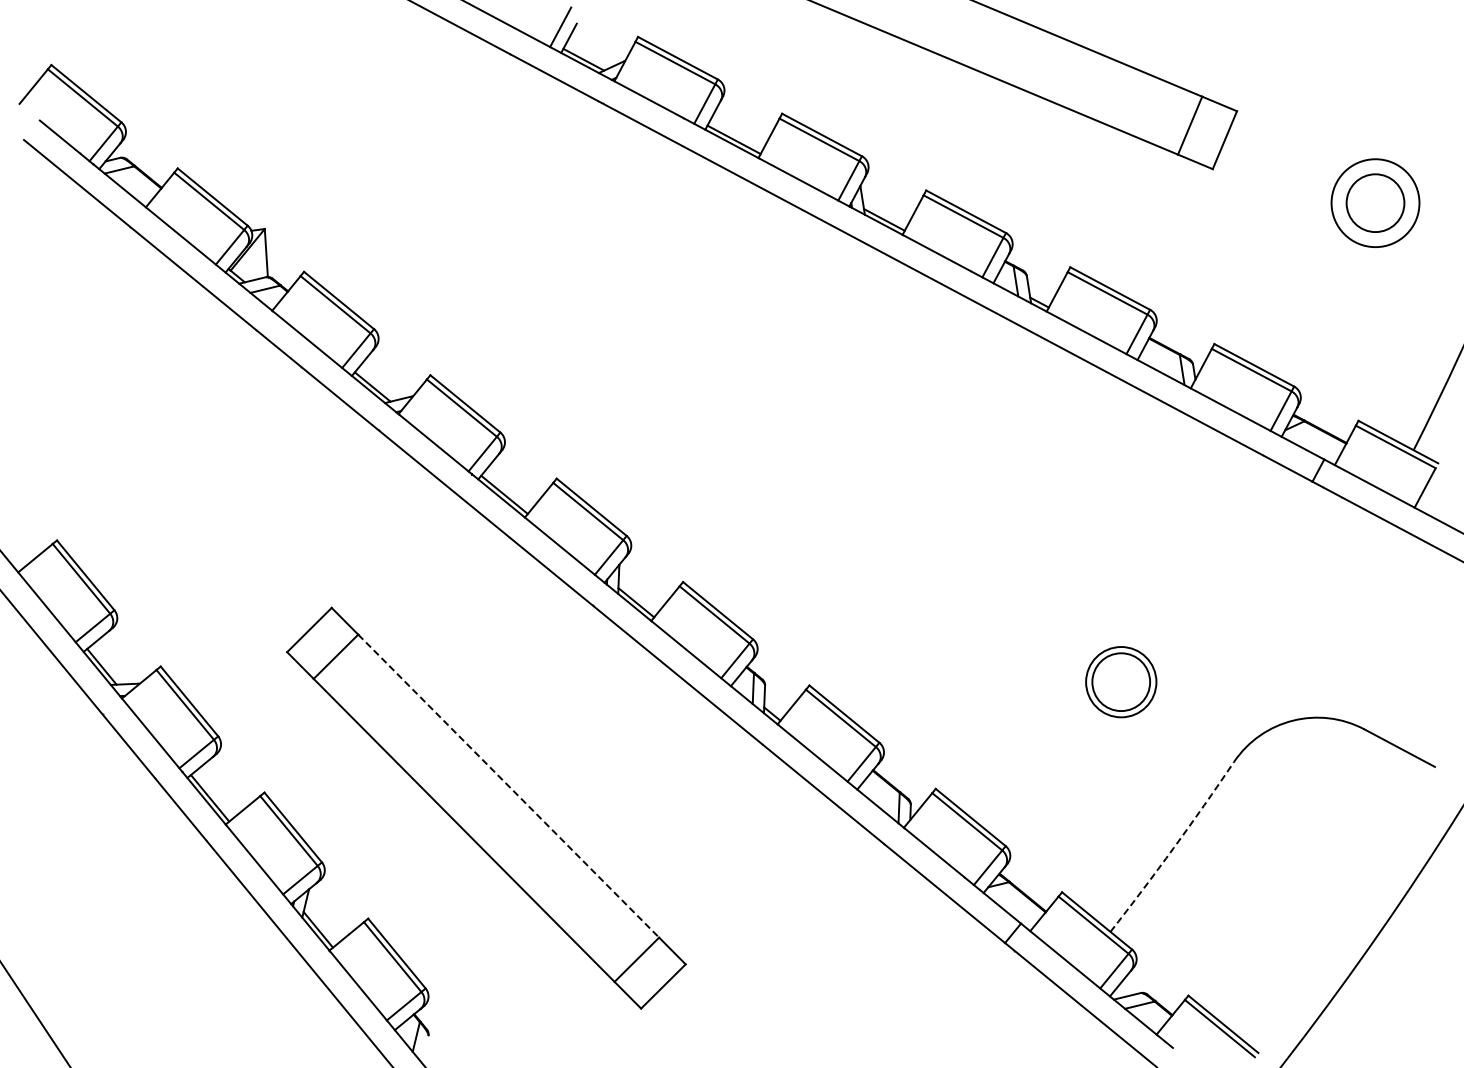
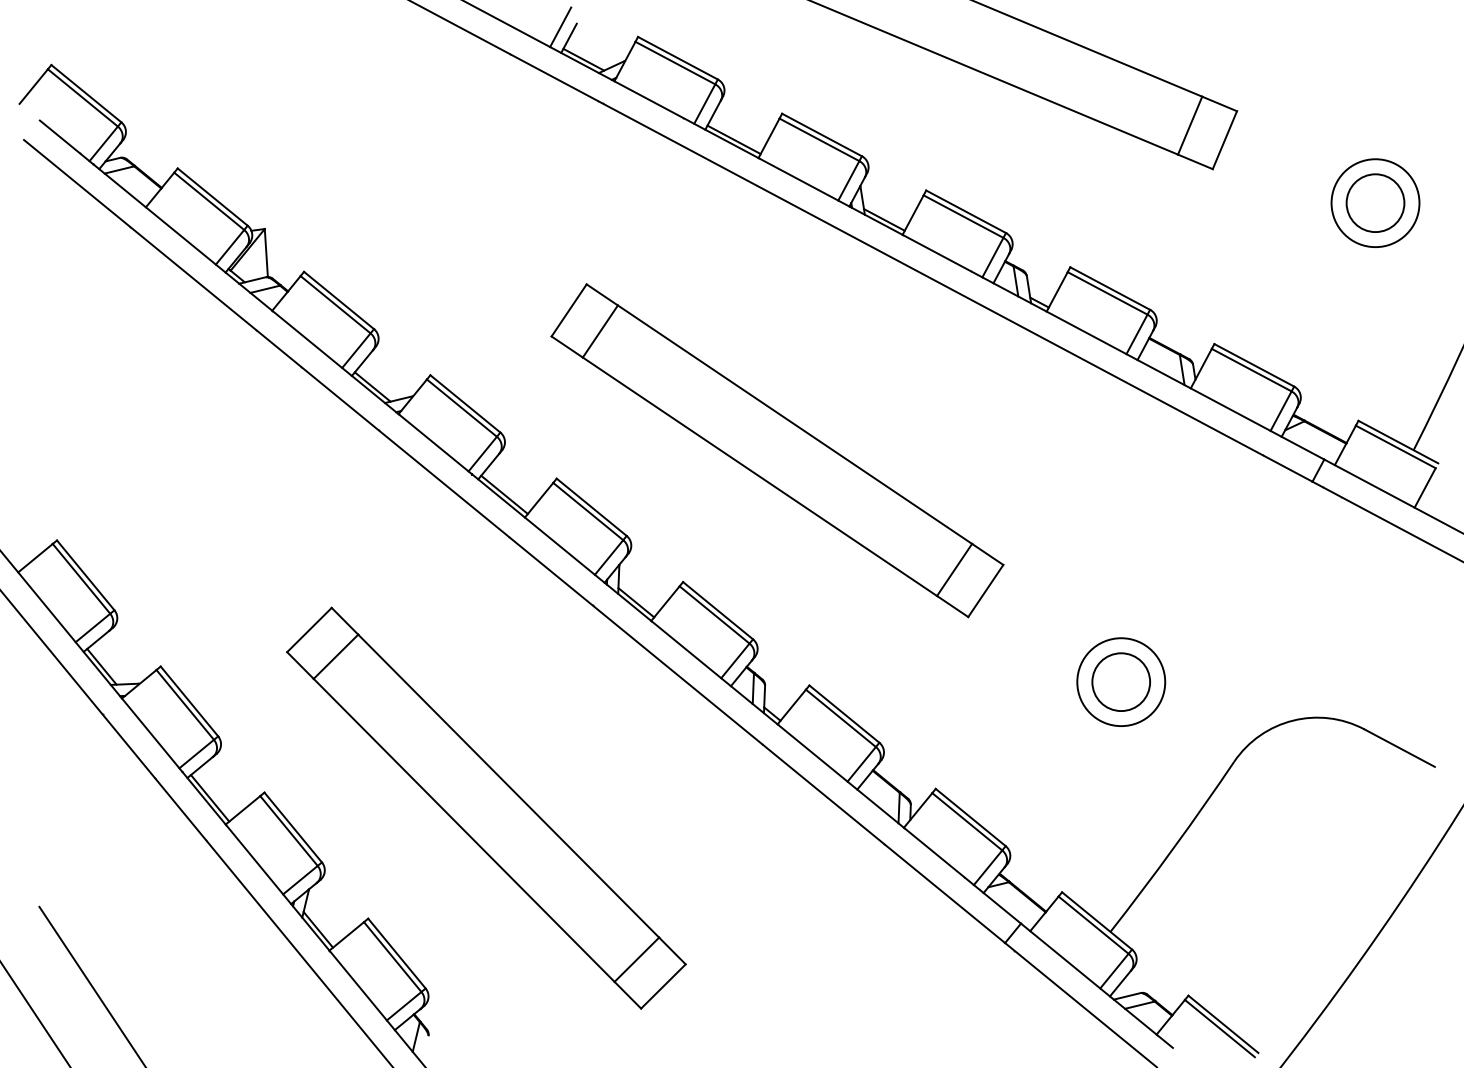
part at (777, 450): none -> present
circle at (1121, 682) diameter: 70 px -> 88 px
line at (509, 786): dashed -> solid
arc at (1173, 848): dashed -> solid
line at (91, 985): none -> present
